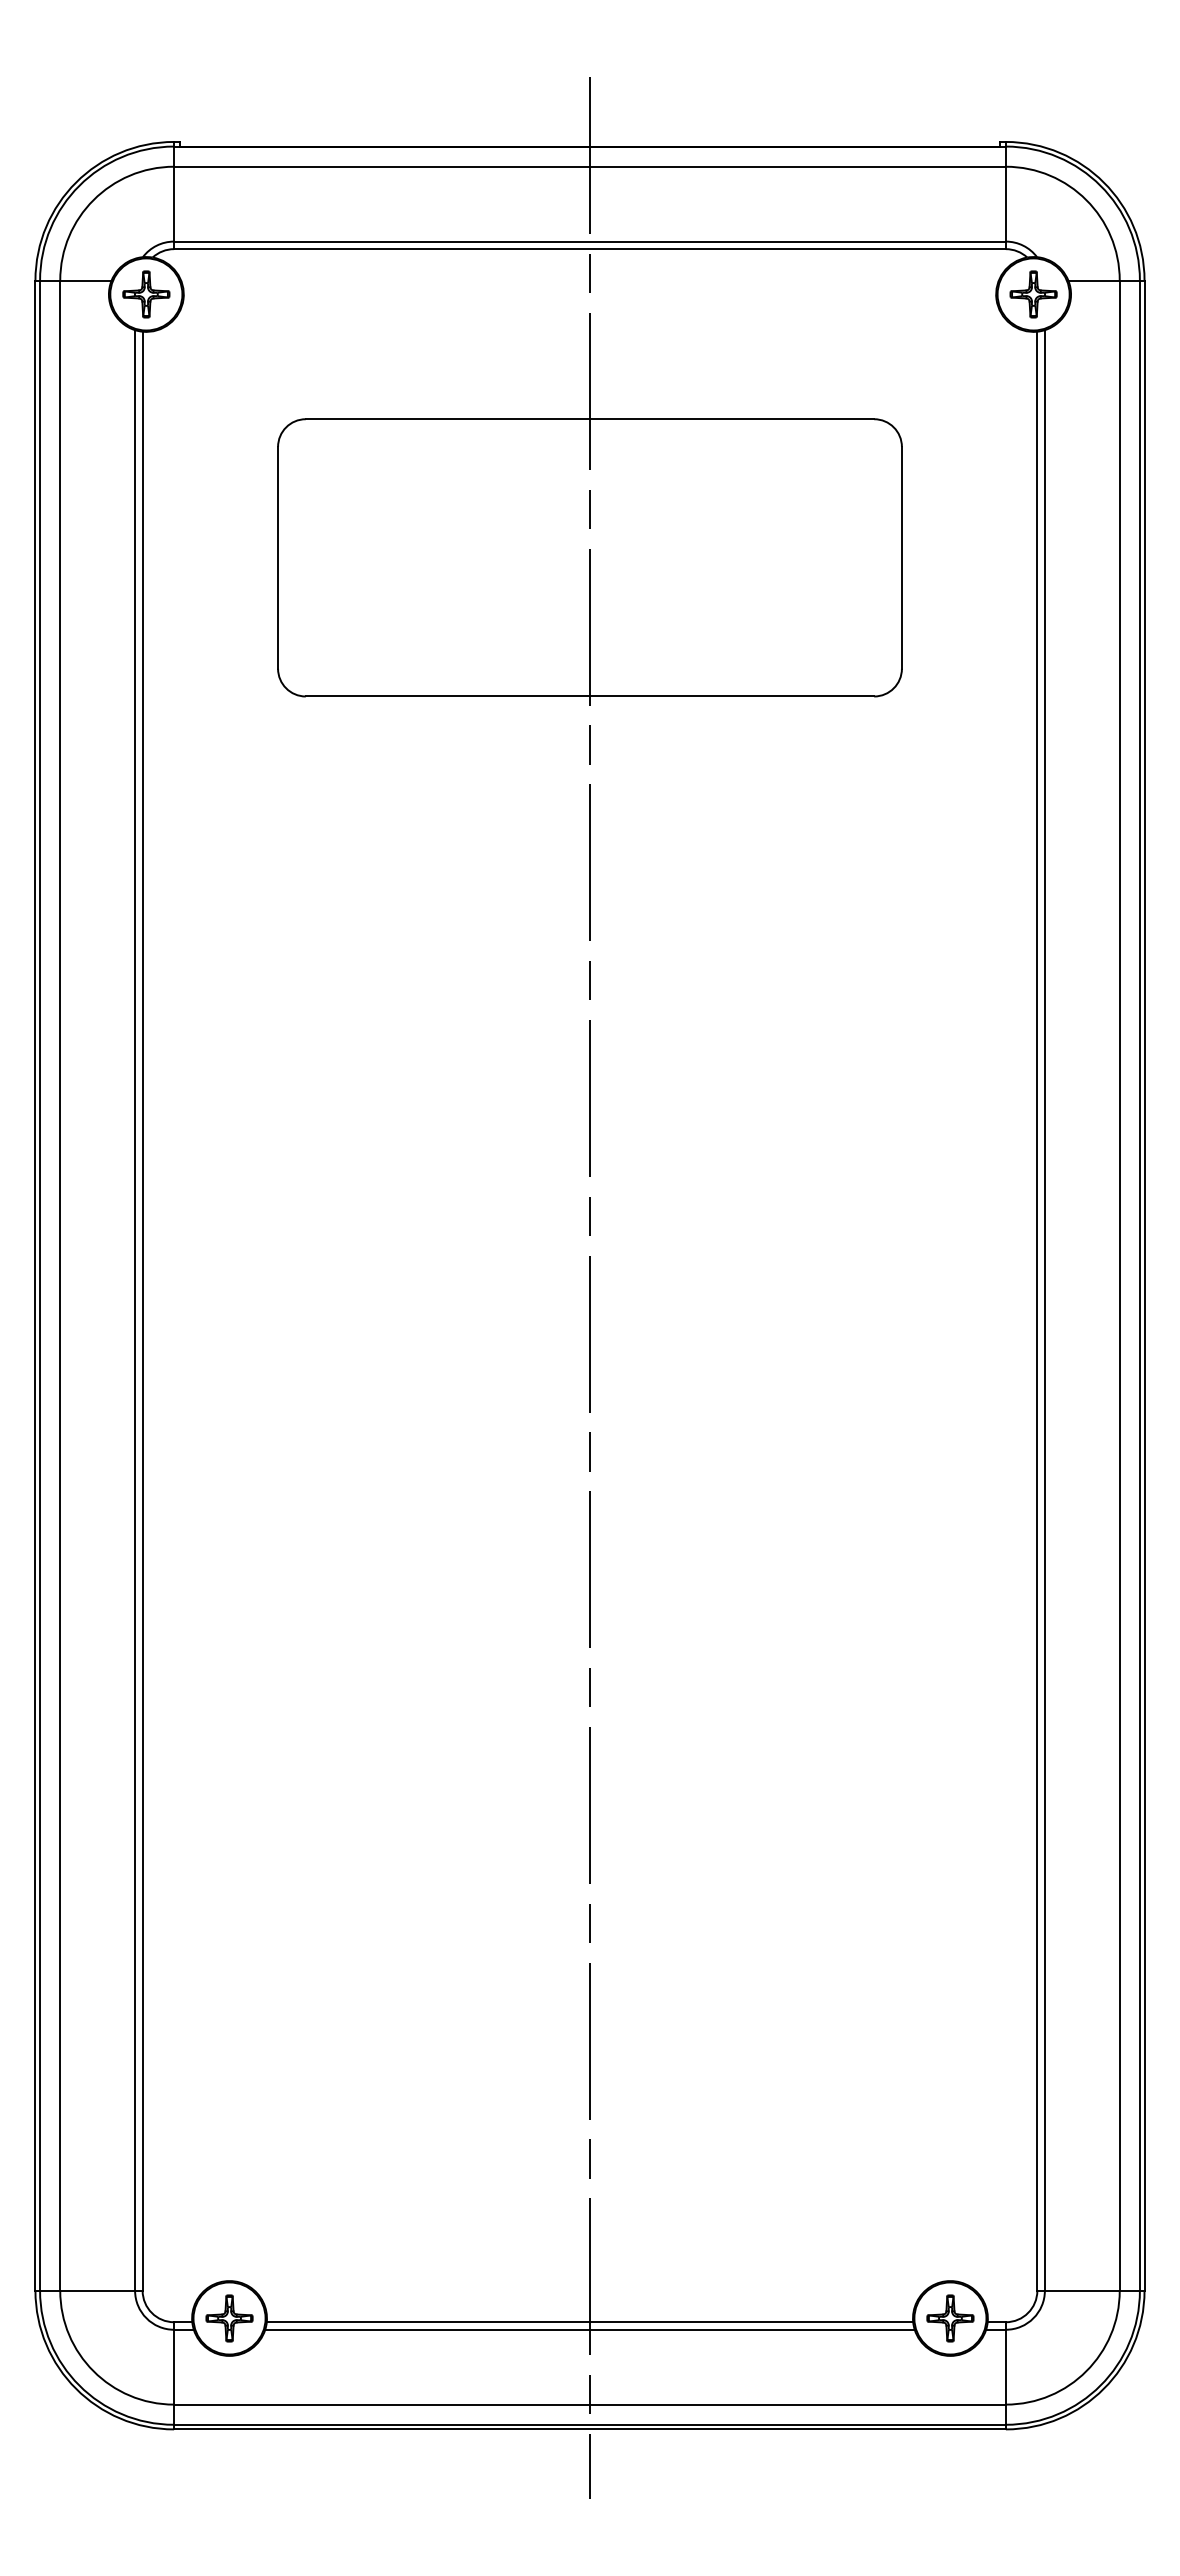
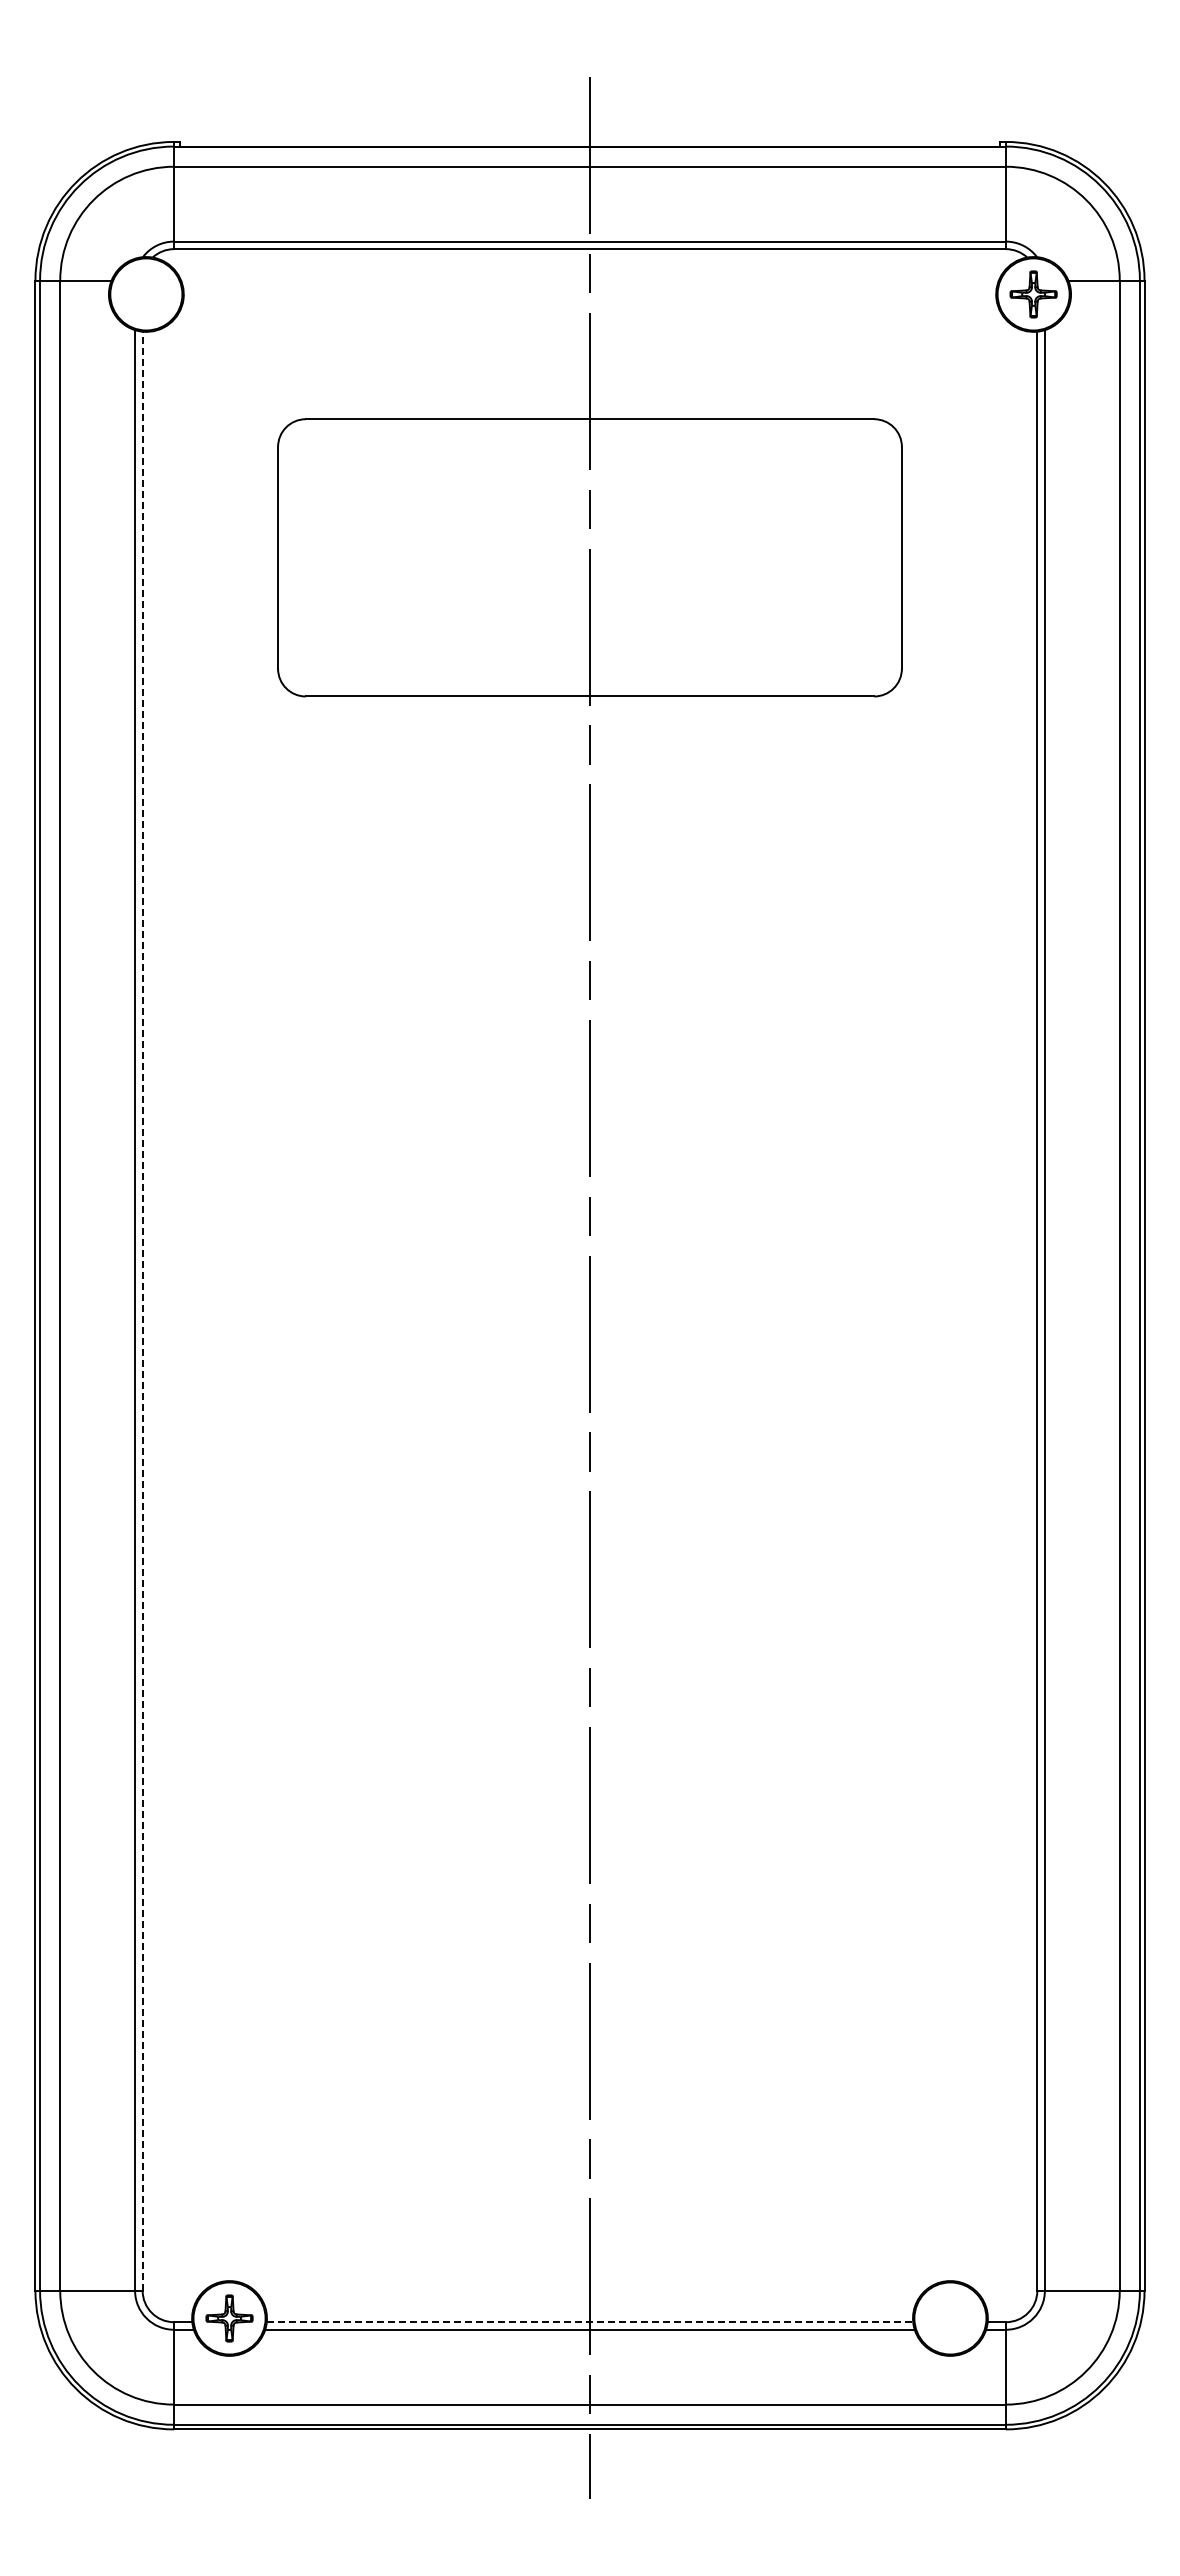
part at (146, 294): present -> none
line at (142, 1311): solid -> dashed
part at (950, 2318): present -> none
line at (590, 2322): solid -> dashed
